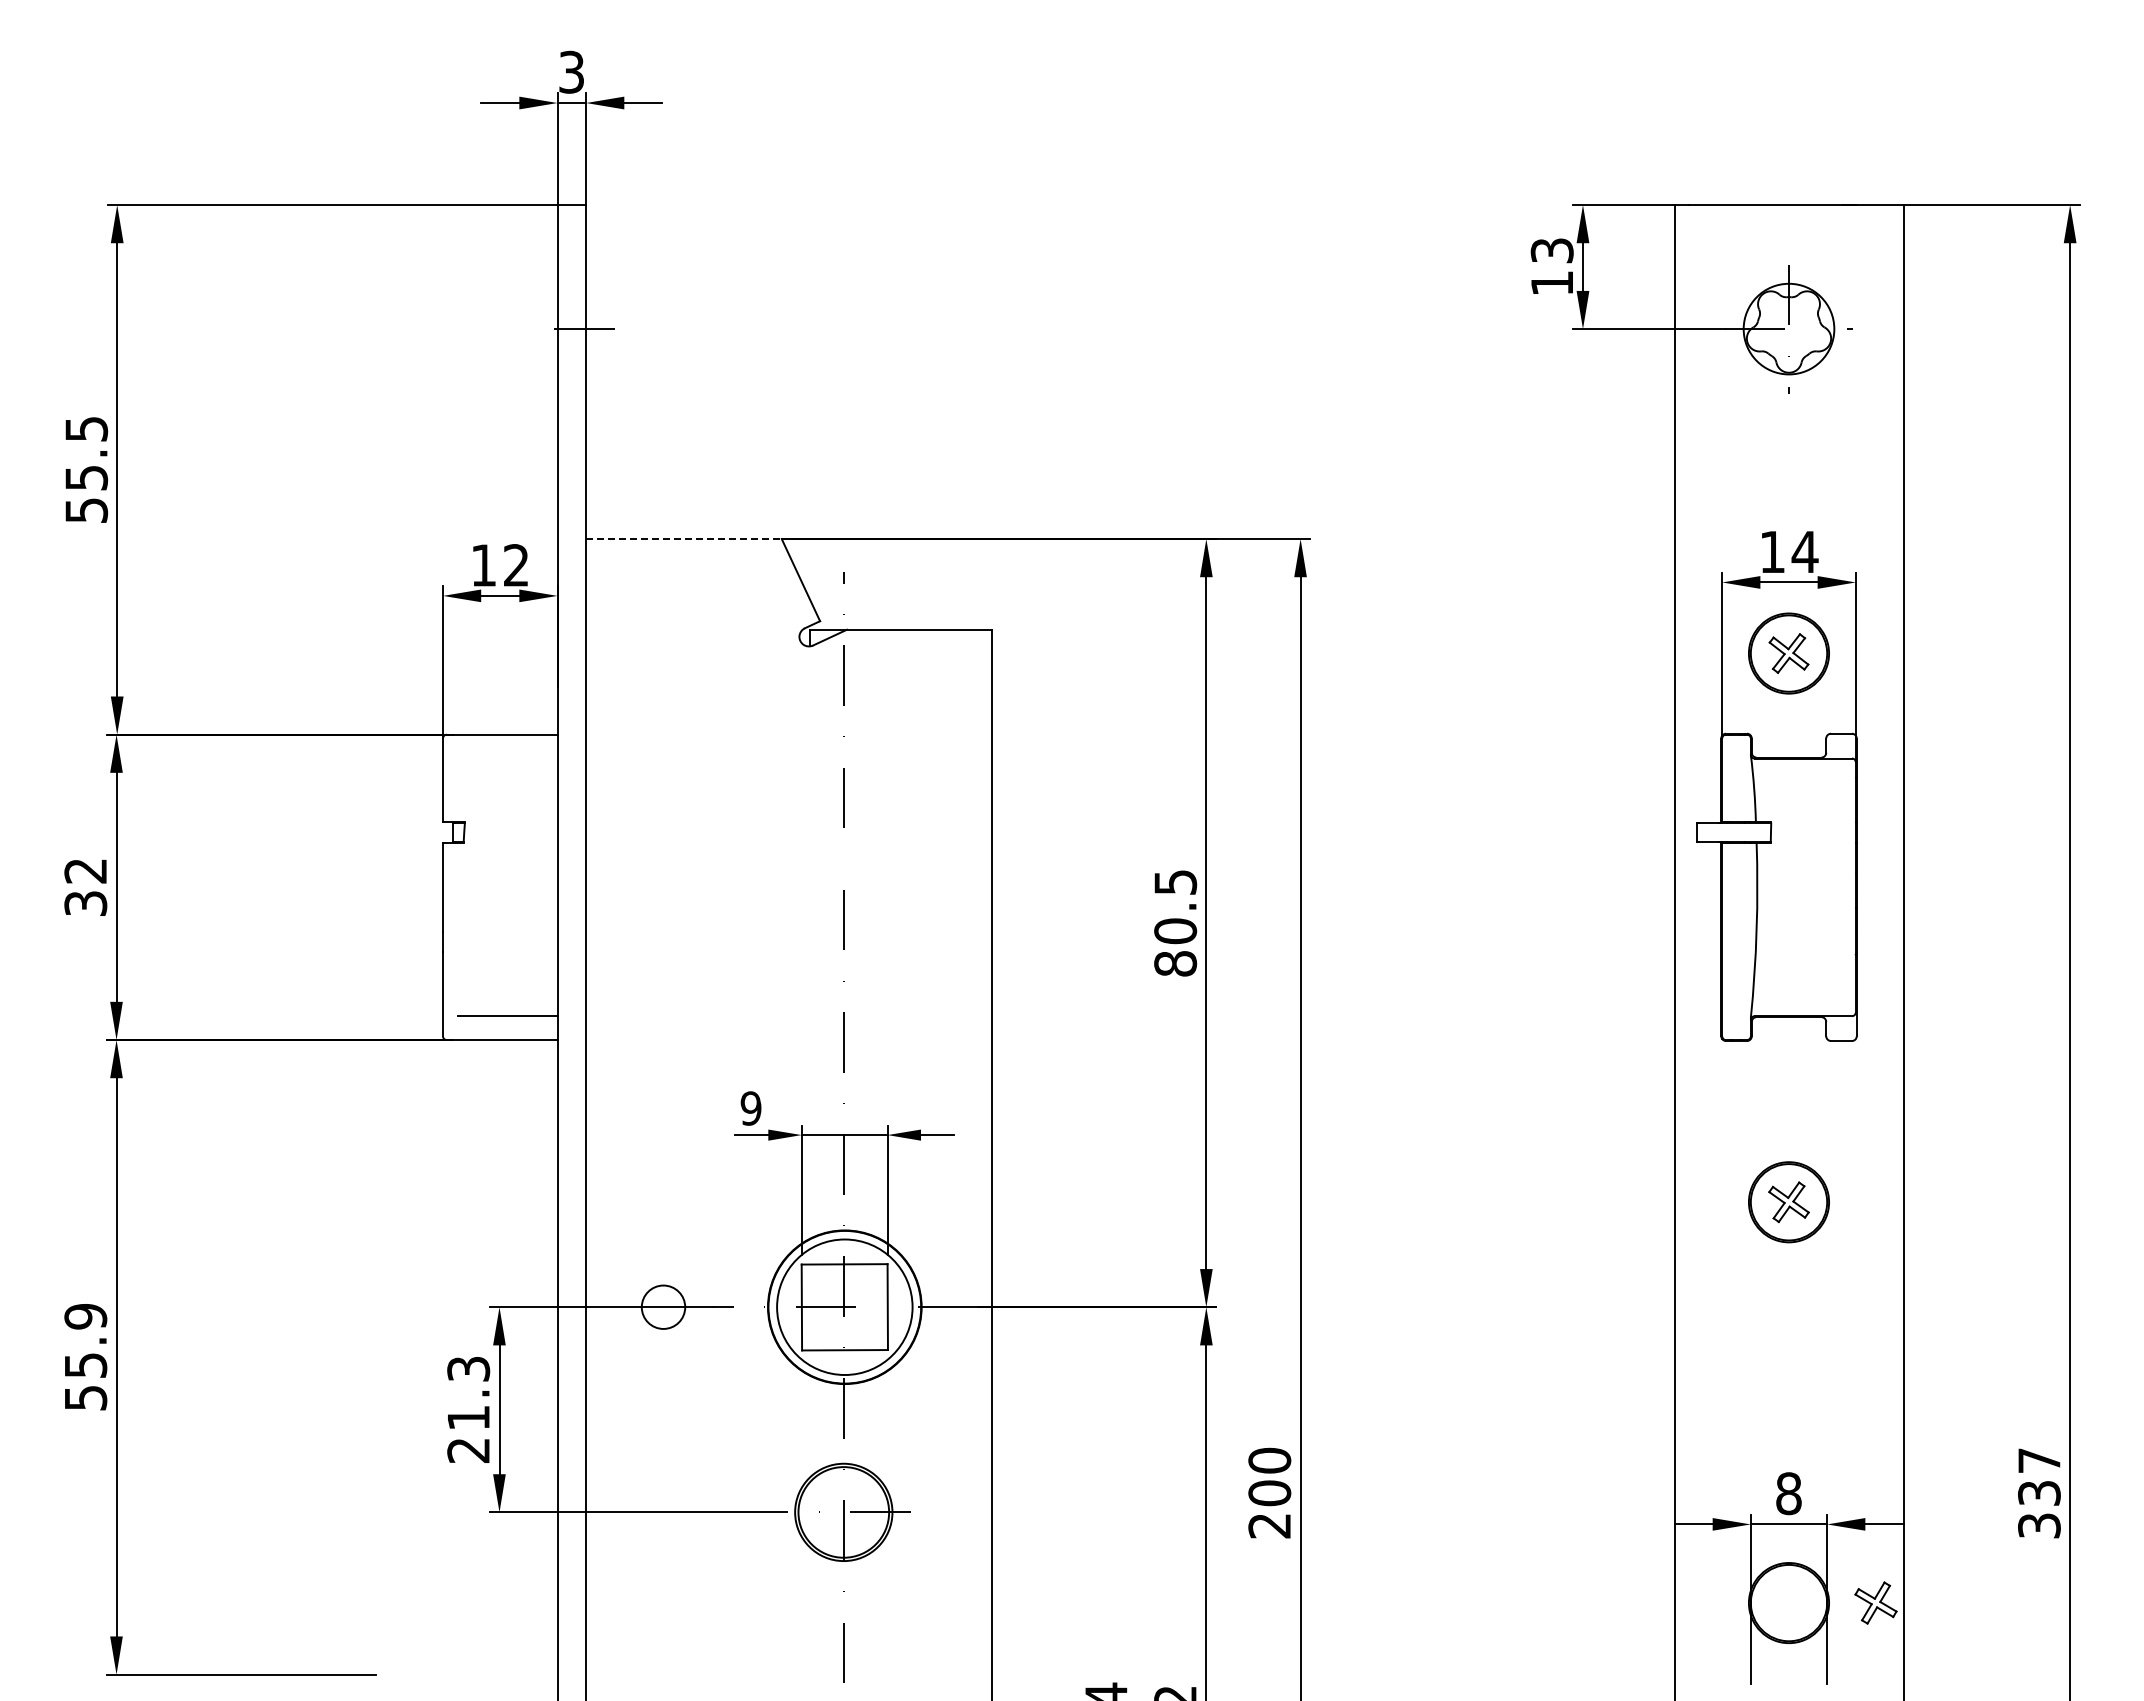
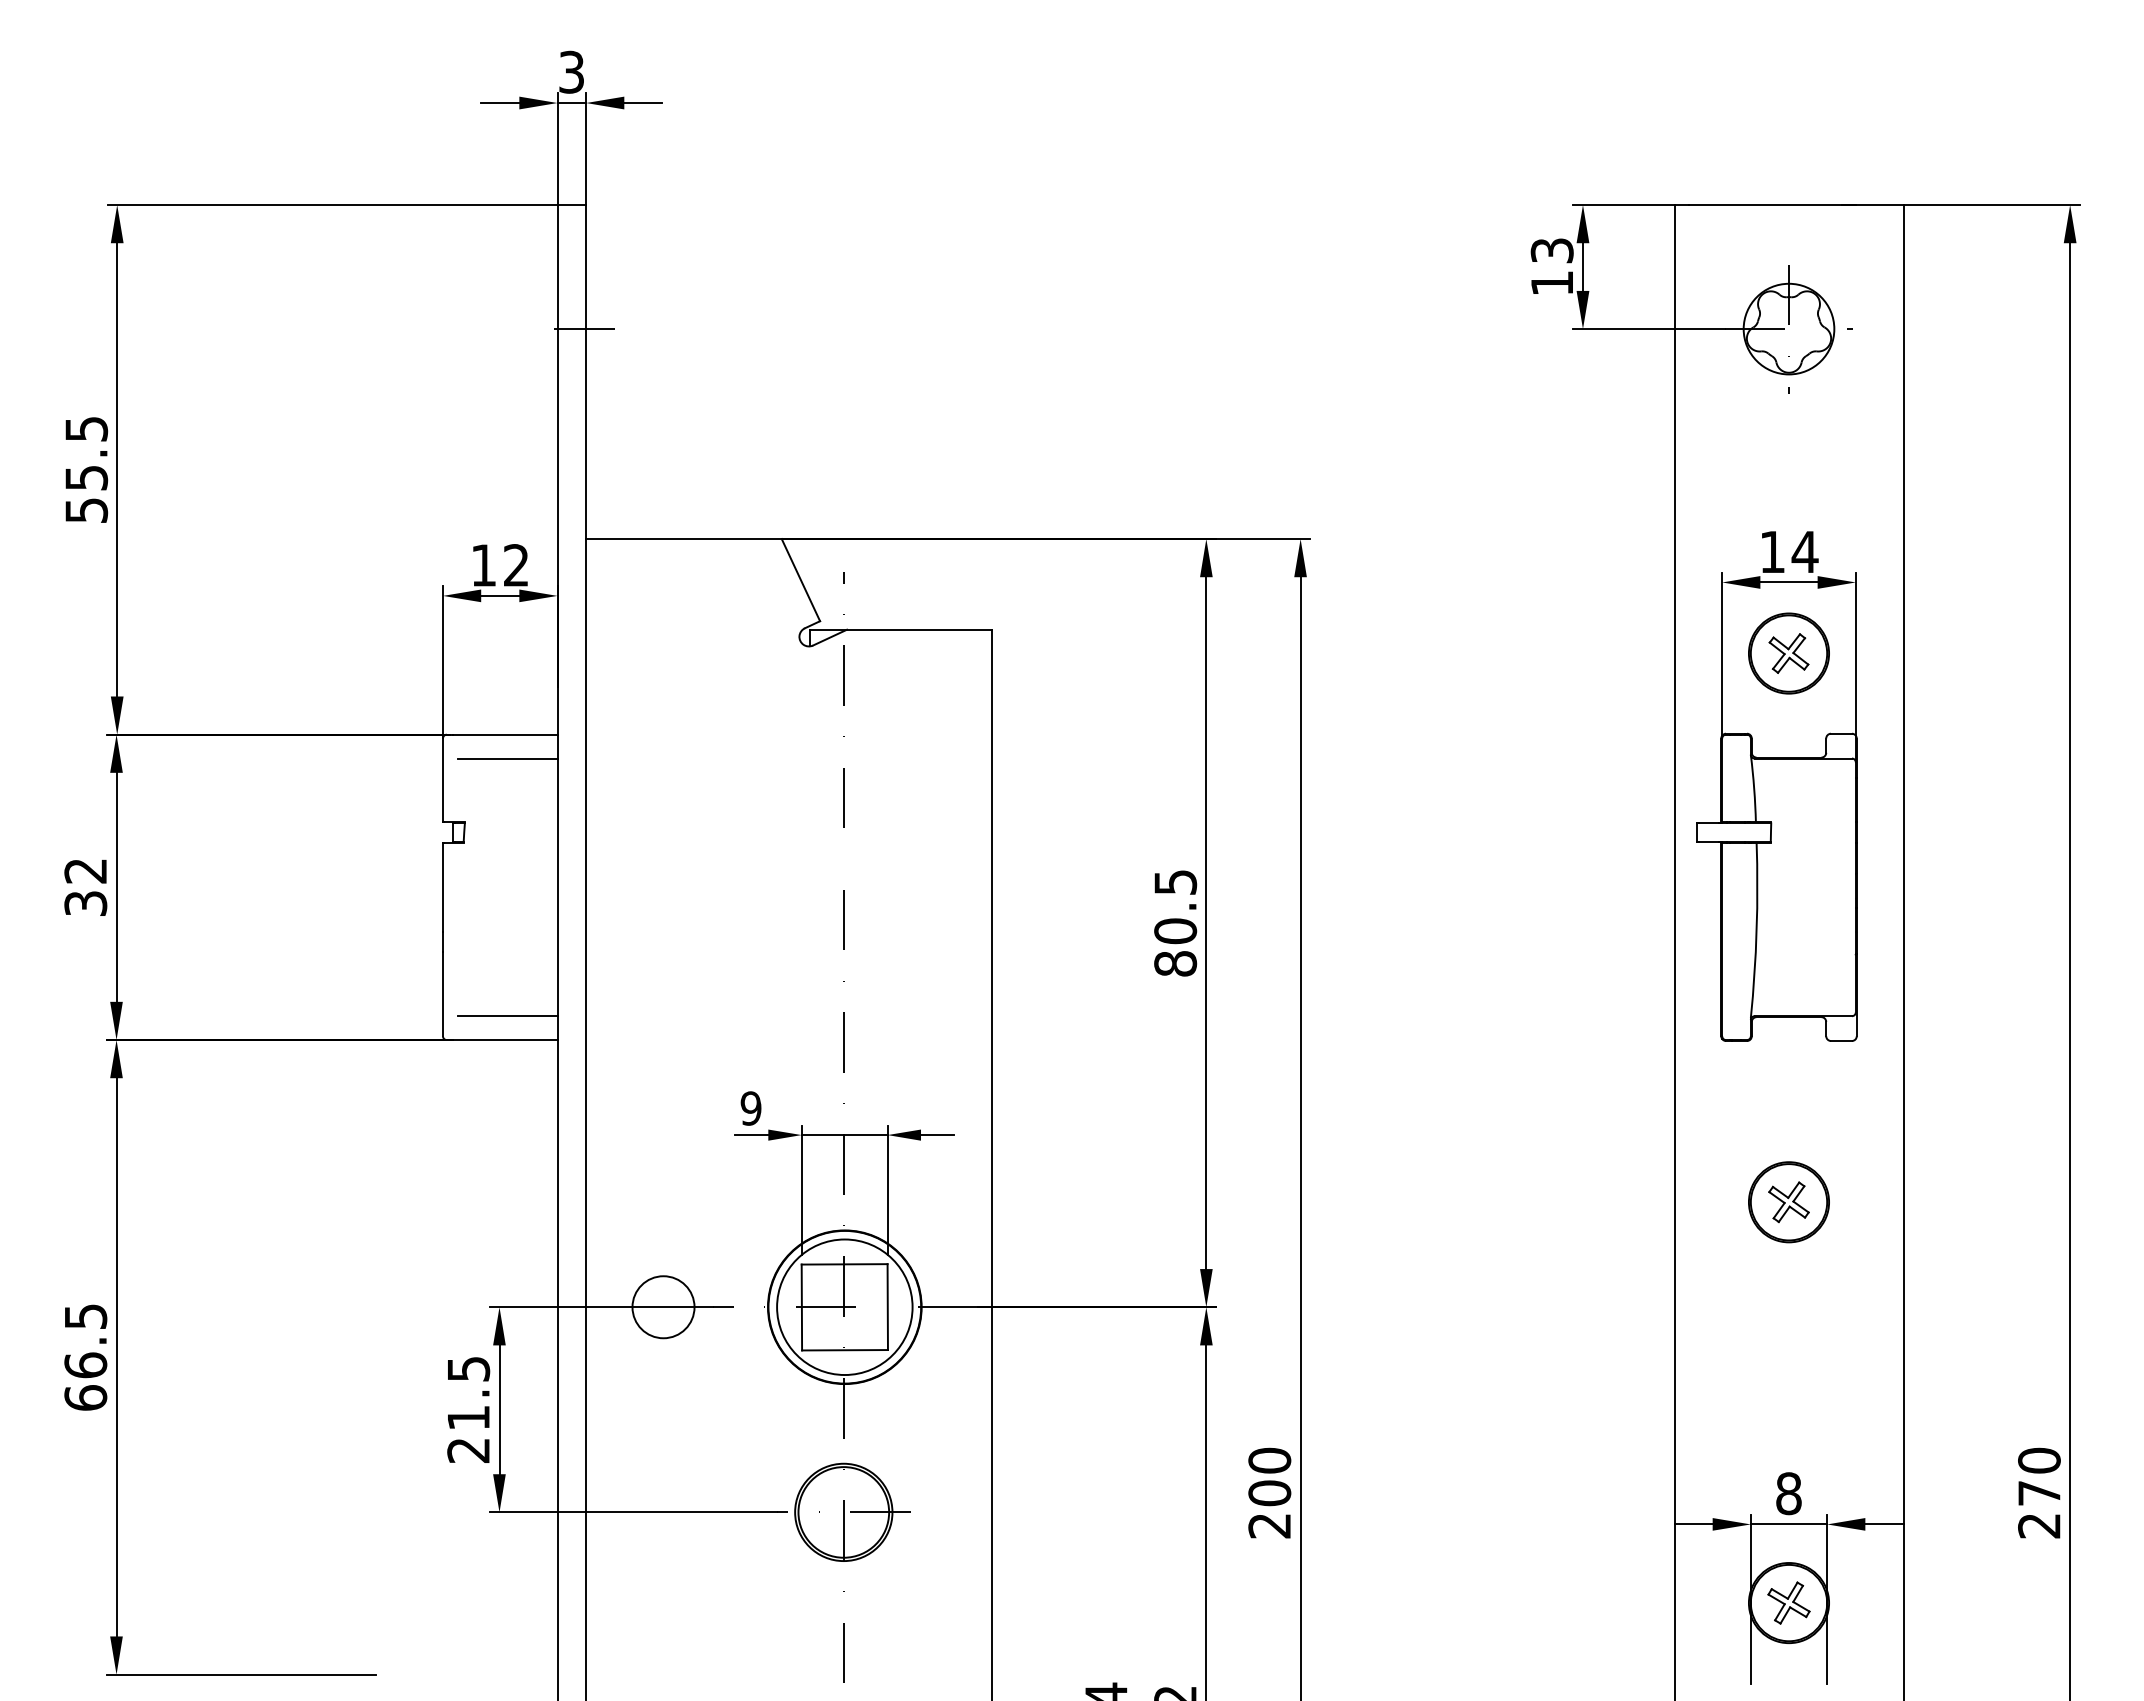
line at (683, 539): dashed -> solid
line at (507, 758): none -> present
circle at (663, 1306) diameter: 43 px -> 62 px
text at (85, 1357): 55.9 -> 66.5
text at (468, 1369): 21.3 -> 21.5
text at (2039, 1492): 337 -> 270
part at (1875, 1602) position: (1875, 1602) -> (1788, 1602)
